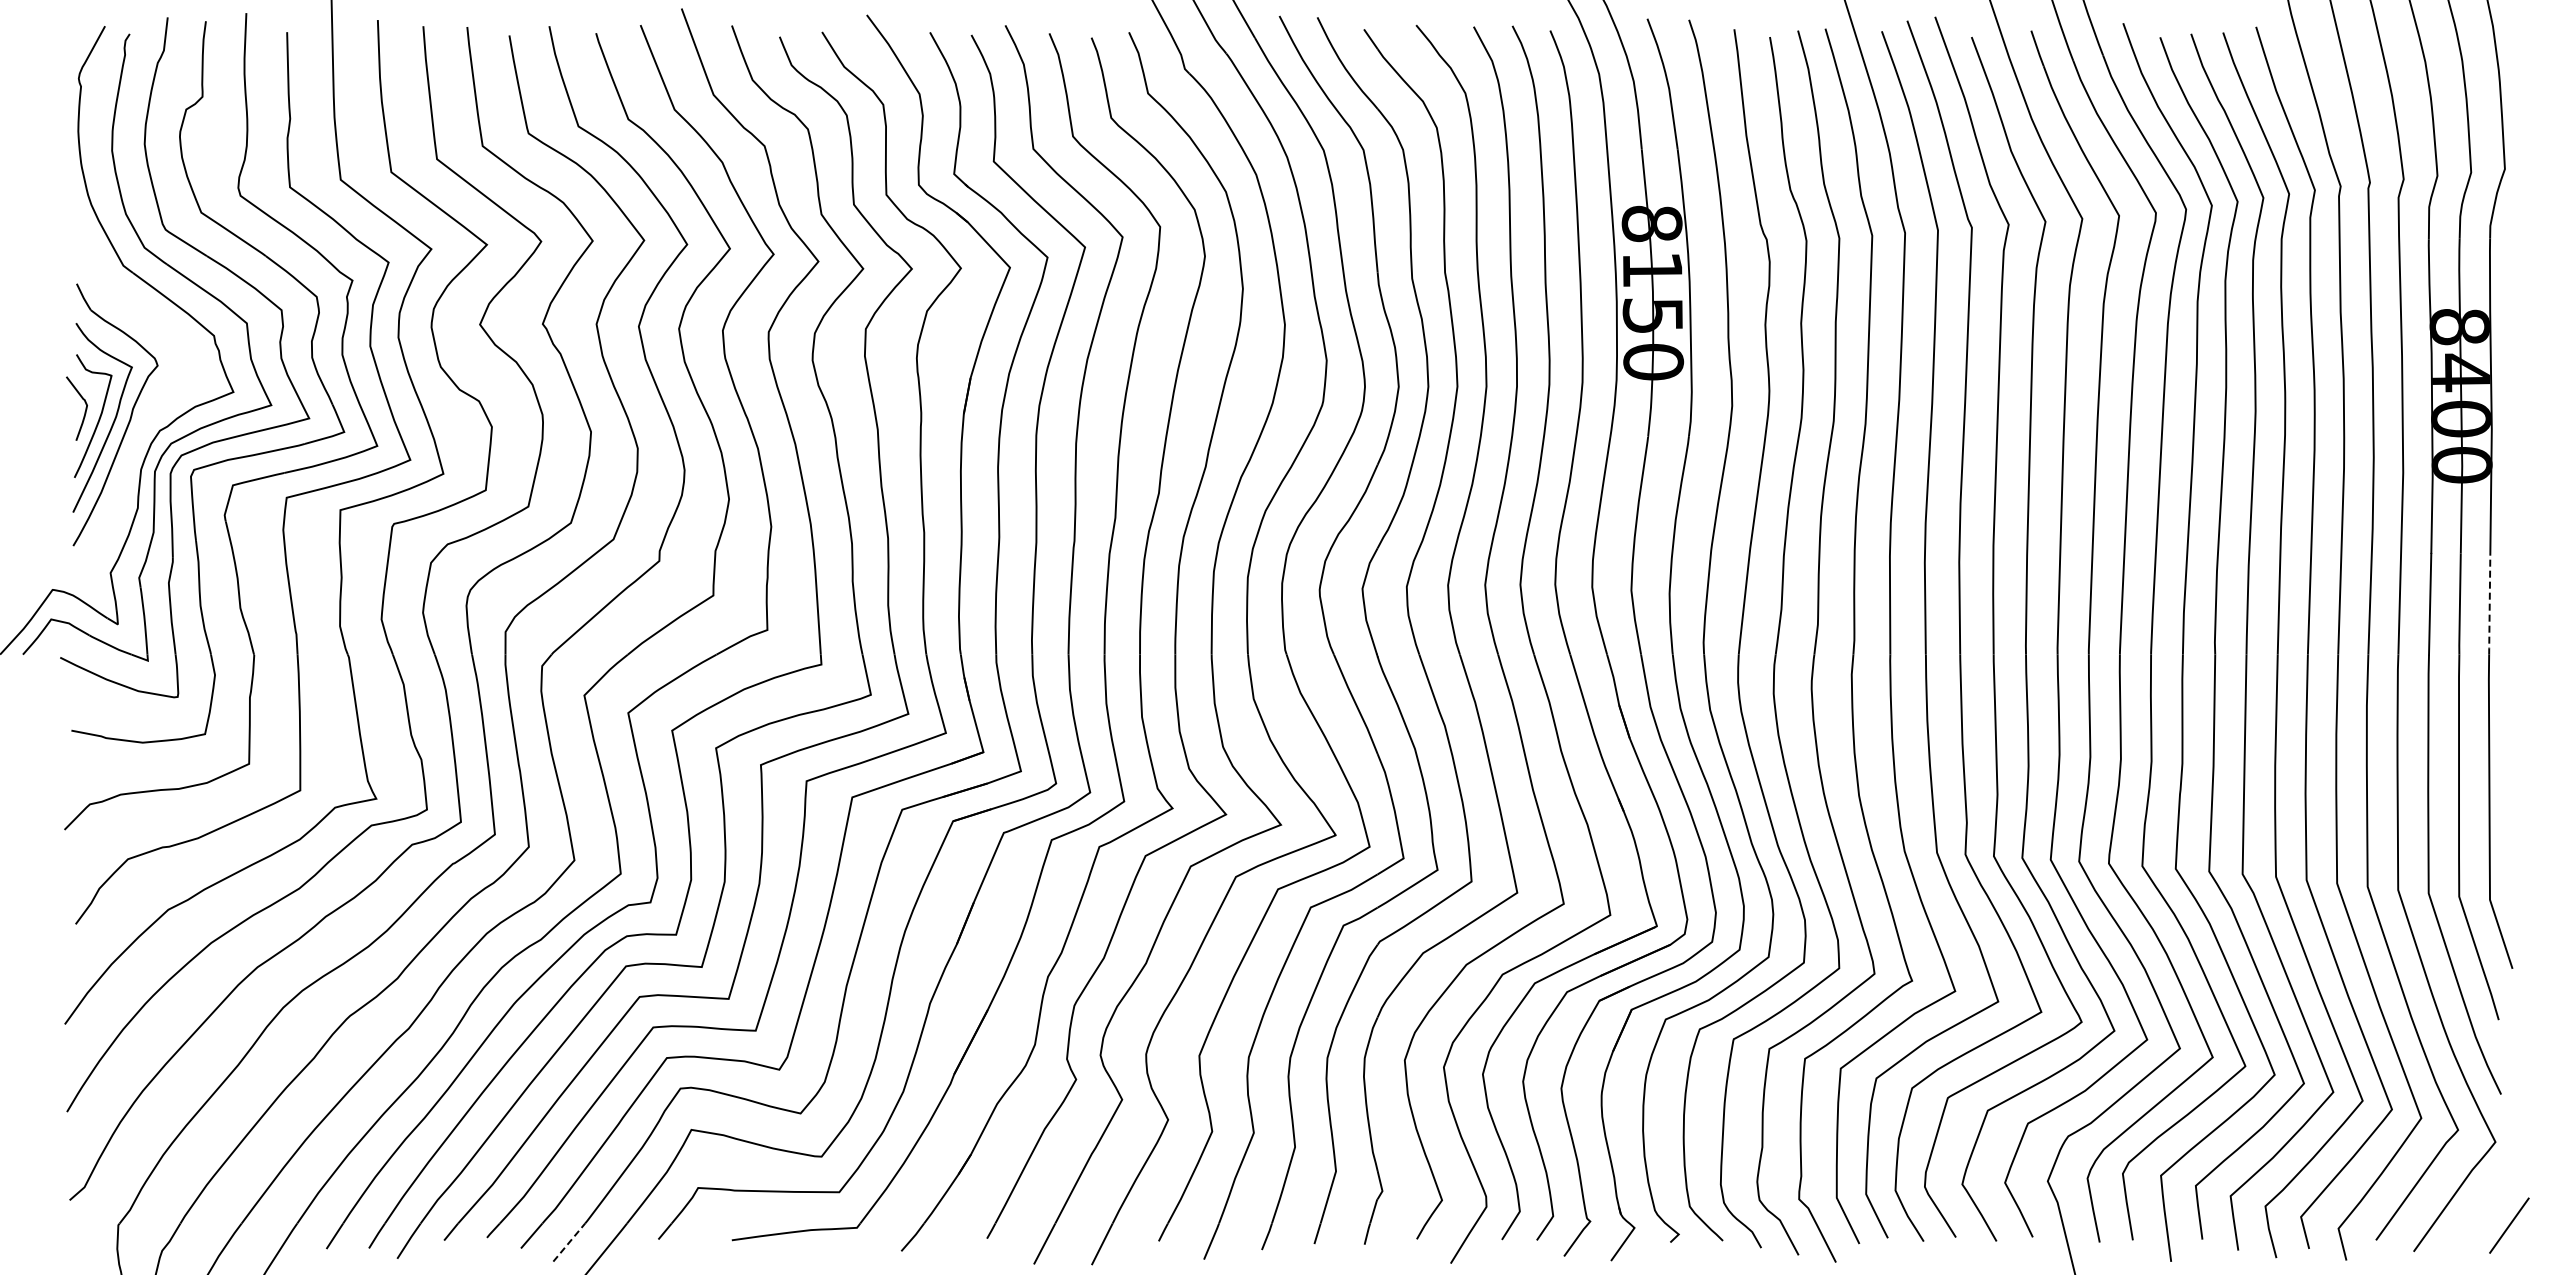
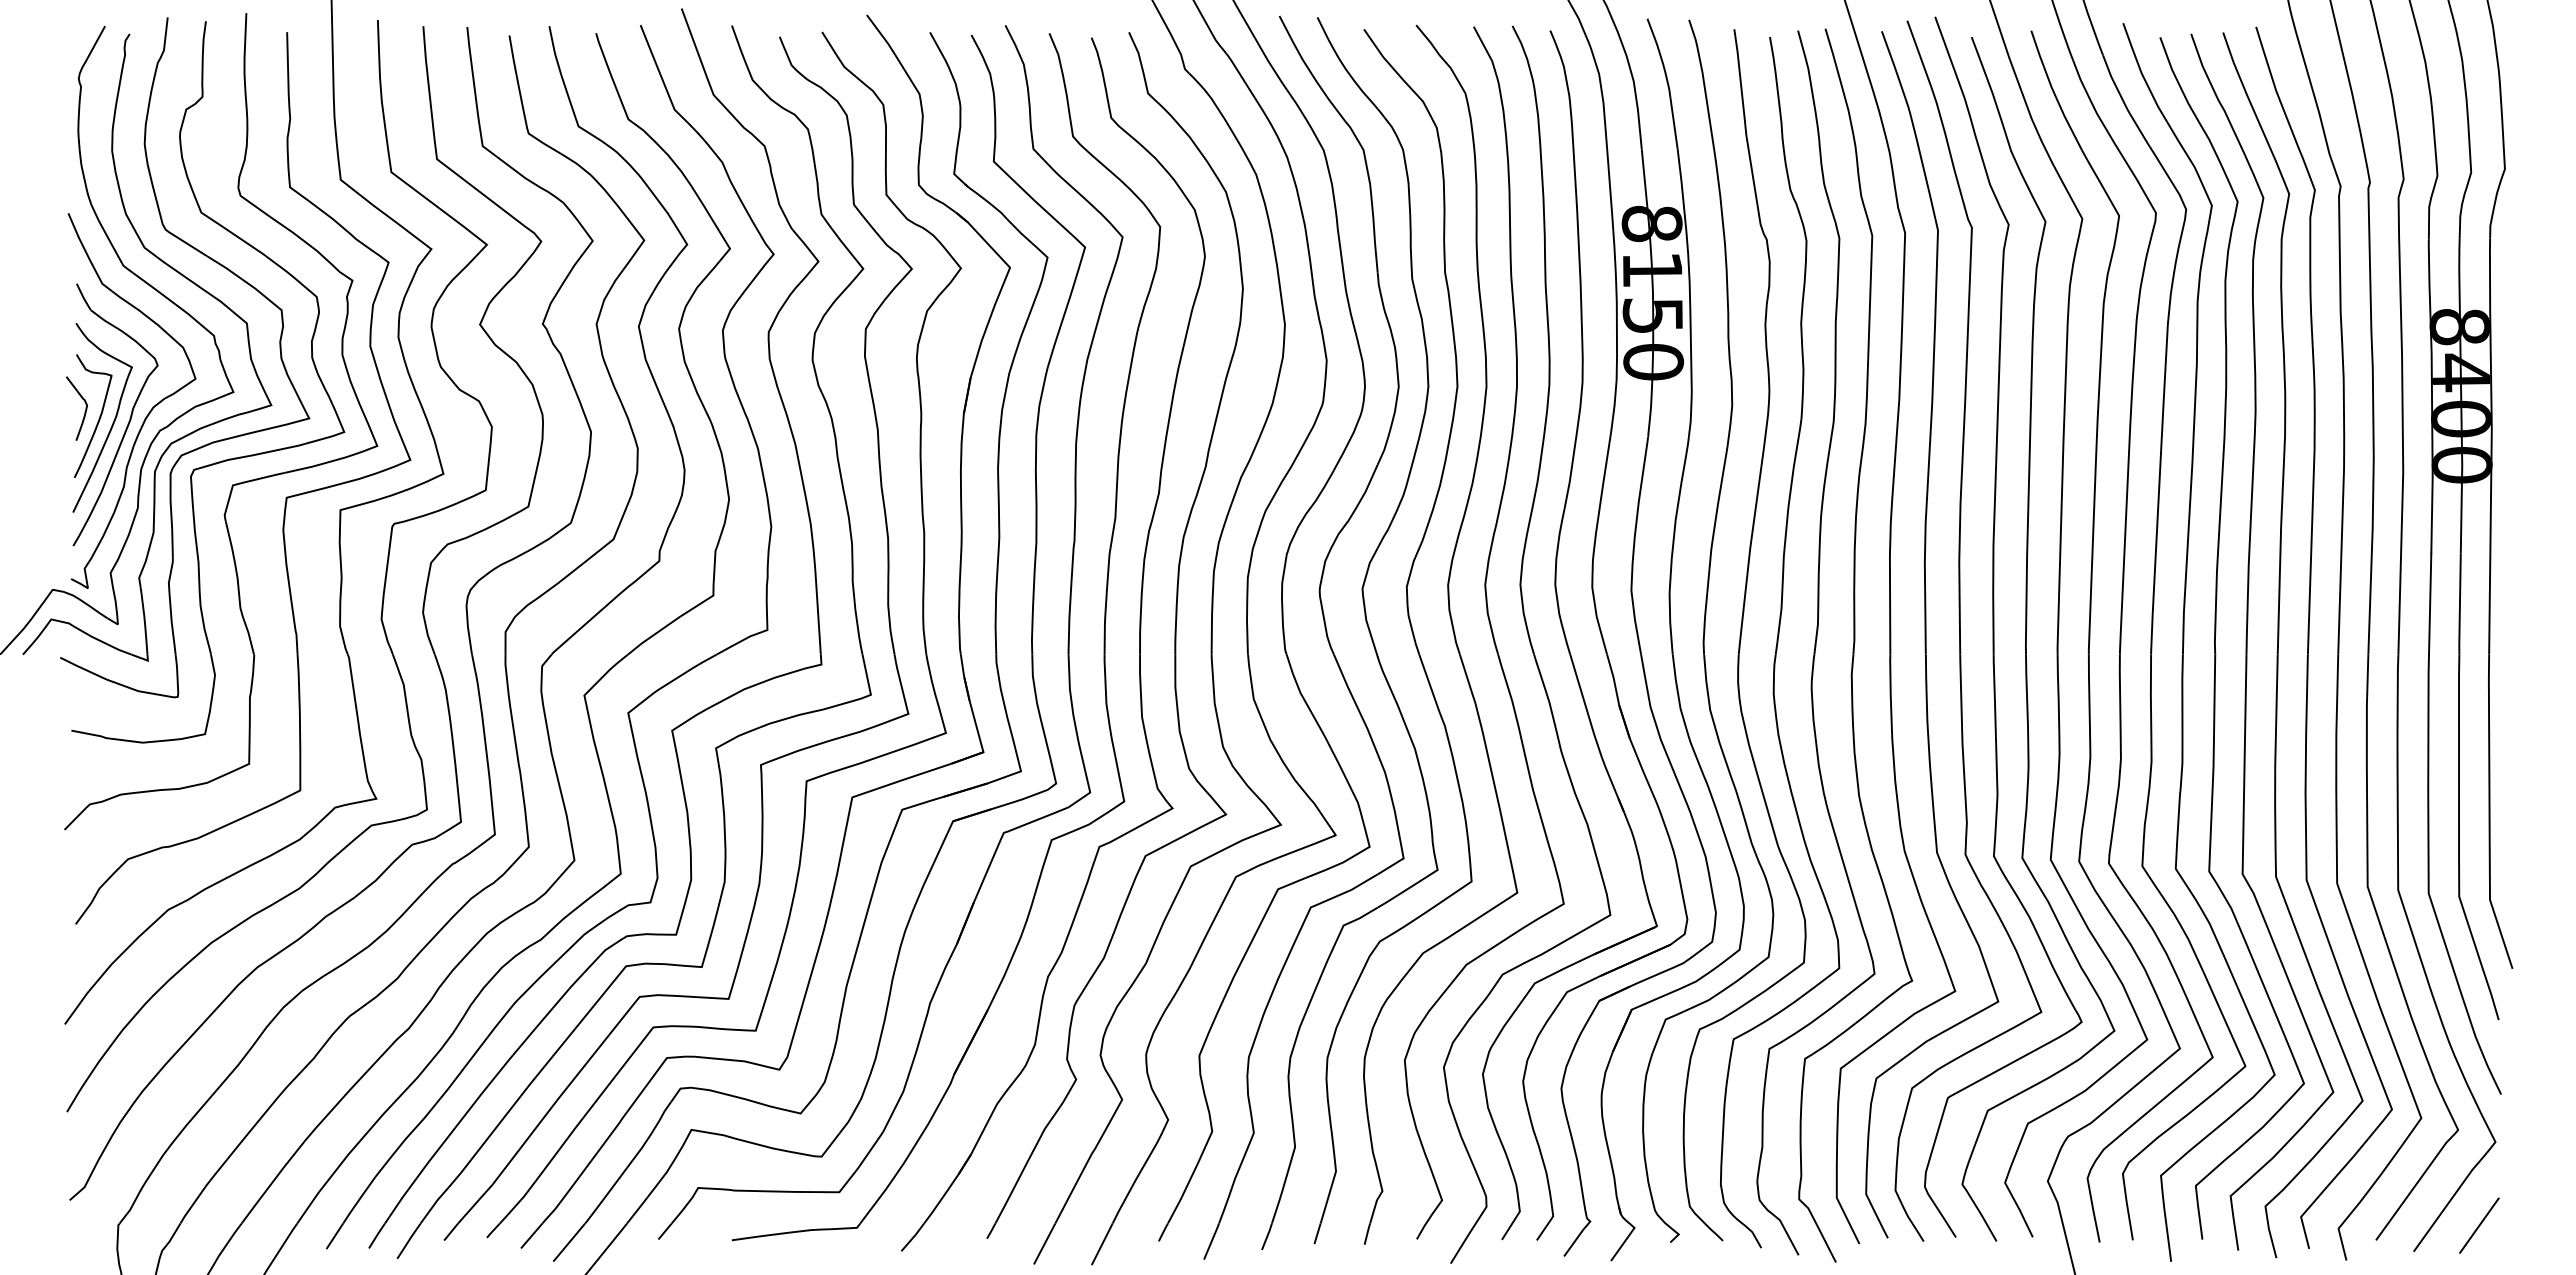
part at (148, 412): none -> present
line at (2489, 604): dashed -> solid
line at (2509, 1225) position: (2509, 1225) -> (2479, 1225)
line at (569, 1242): dashed -> solid
